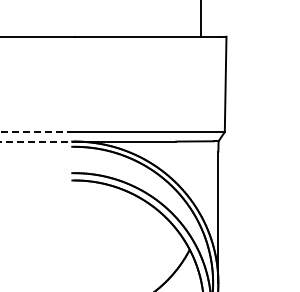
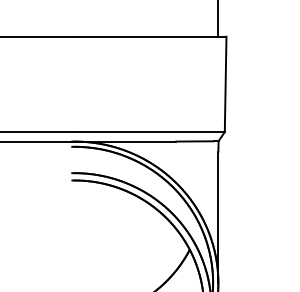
line at (200, 19) position: (200, 19) -> (217, 19)
line at (37, 132): dashed -> solid
line at (37, 141): dashed -> solid
